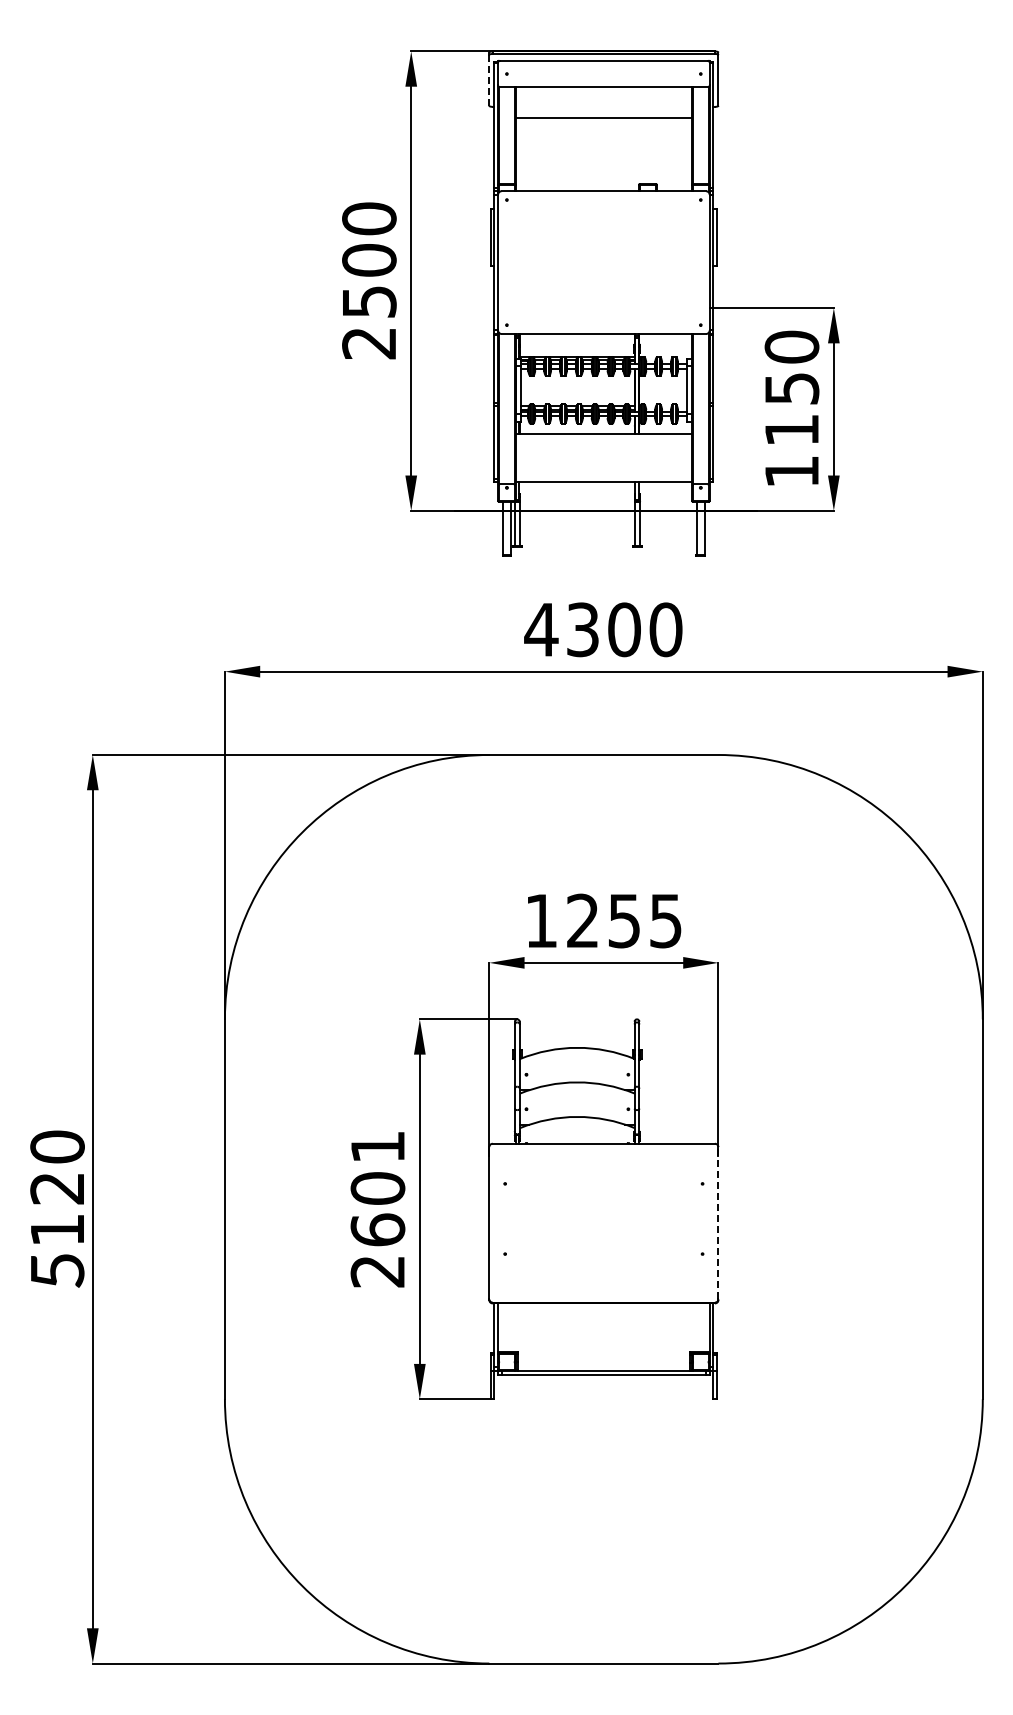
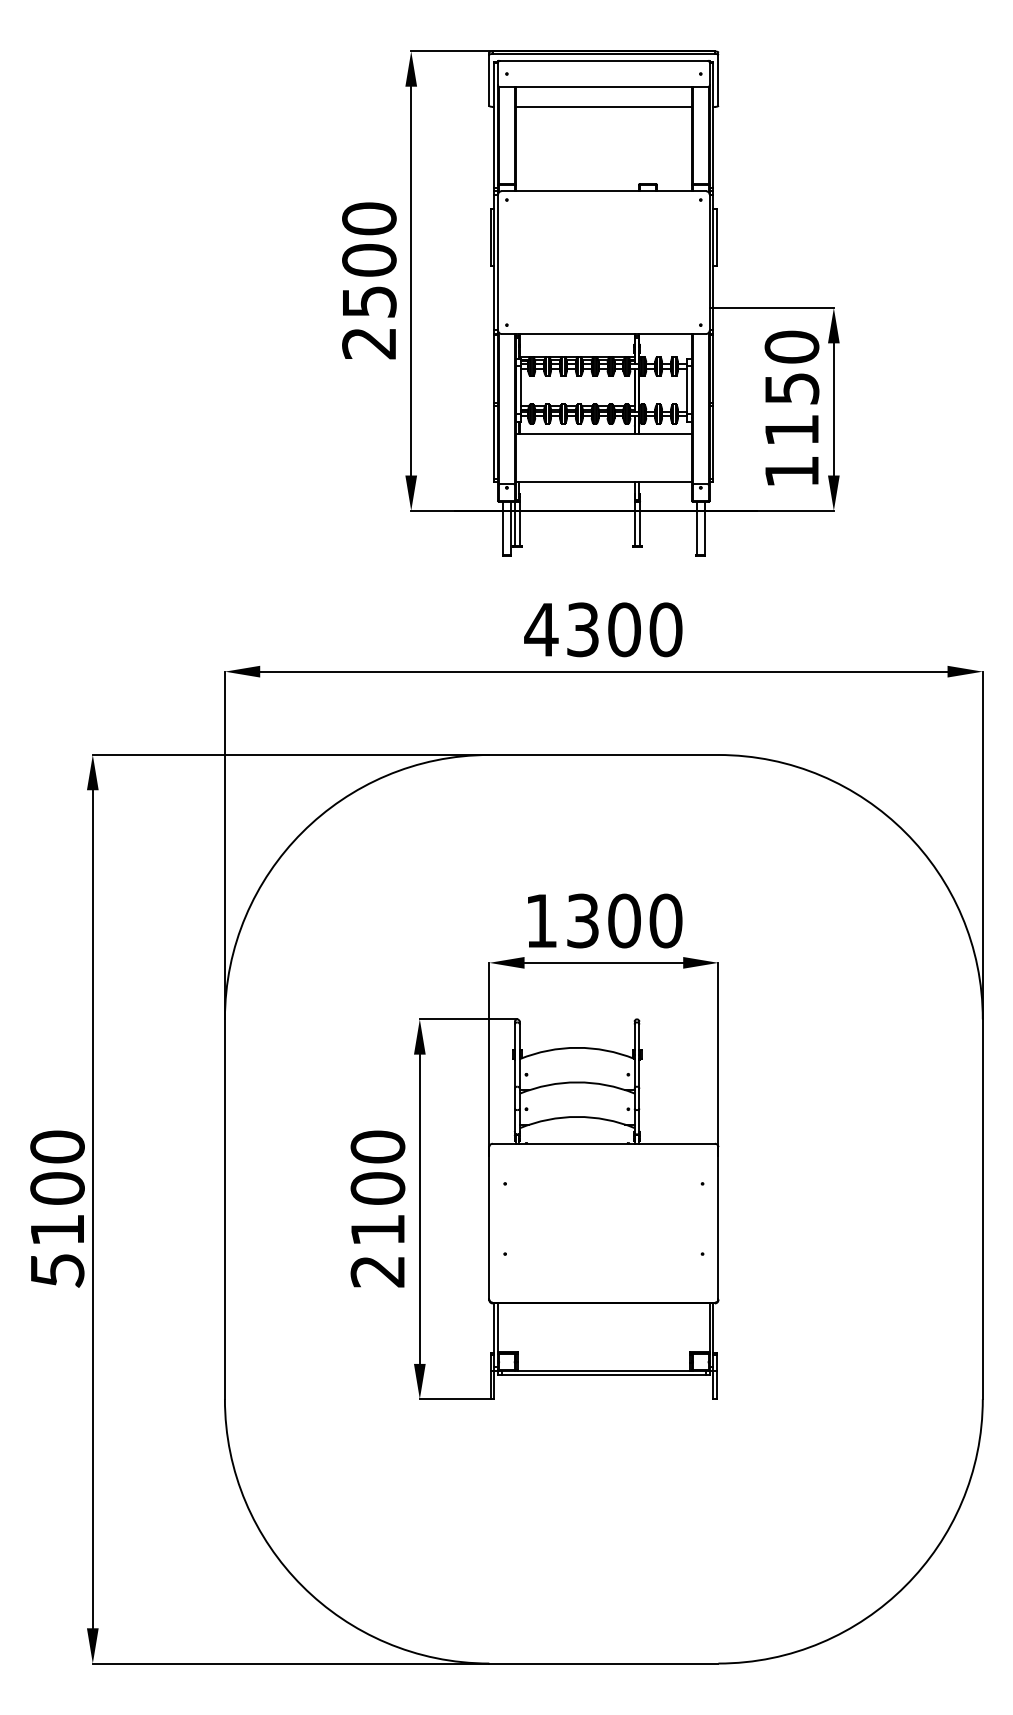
line at (489, 79): dashed -> solid
line at (603, 117) position: (603, 117) -> (603, 106)
text at (624, 920): 1255 -> 1300
text at (57, 1188): 120 -> 100
text at (377, 1188): 2601 -> 2100
line at (718, 1222): dashed -> solid
